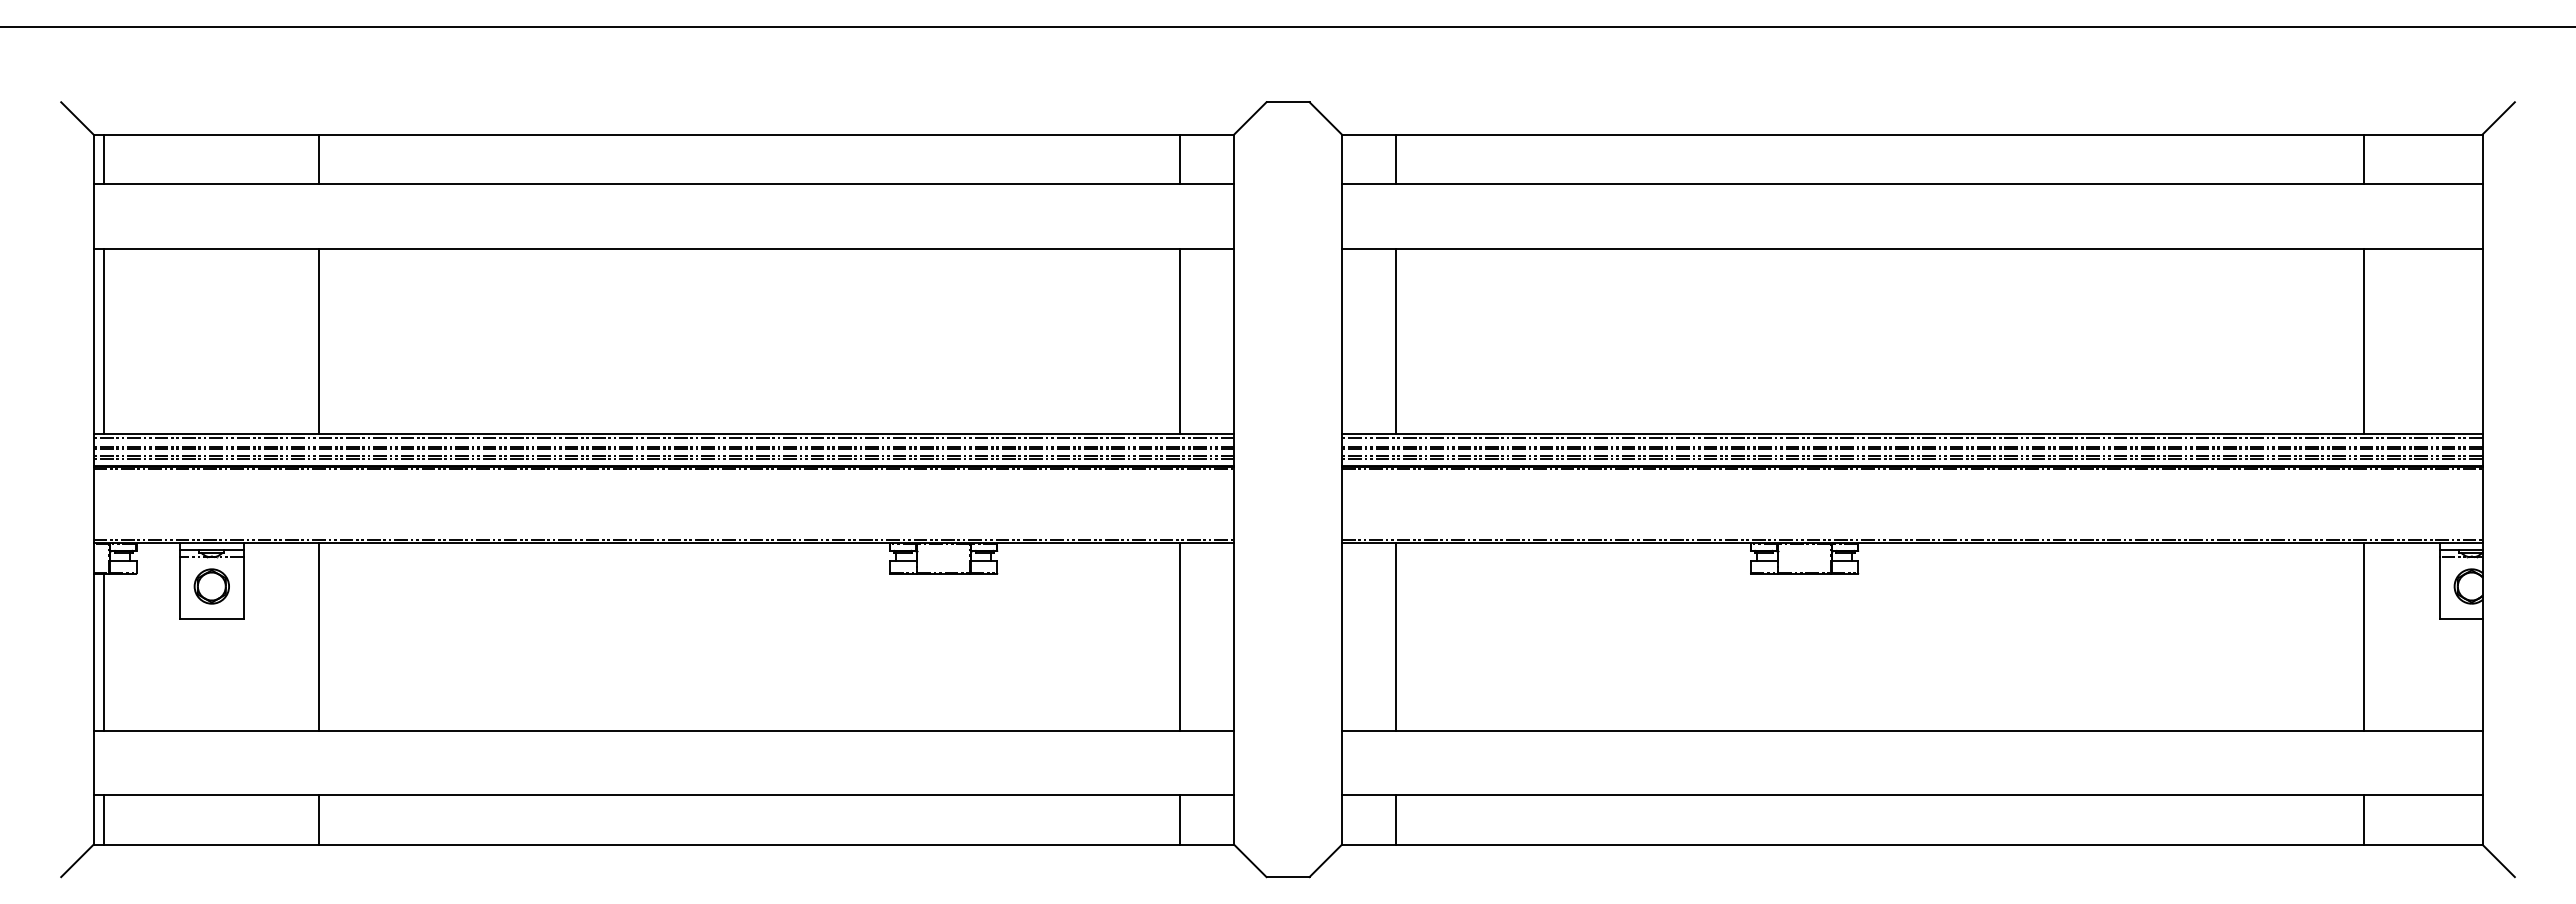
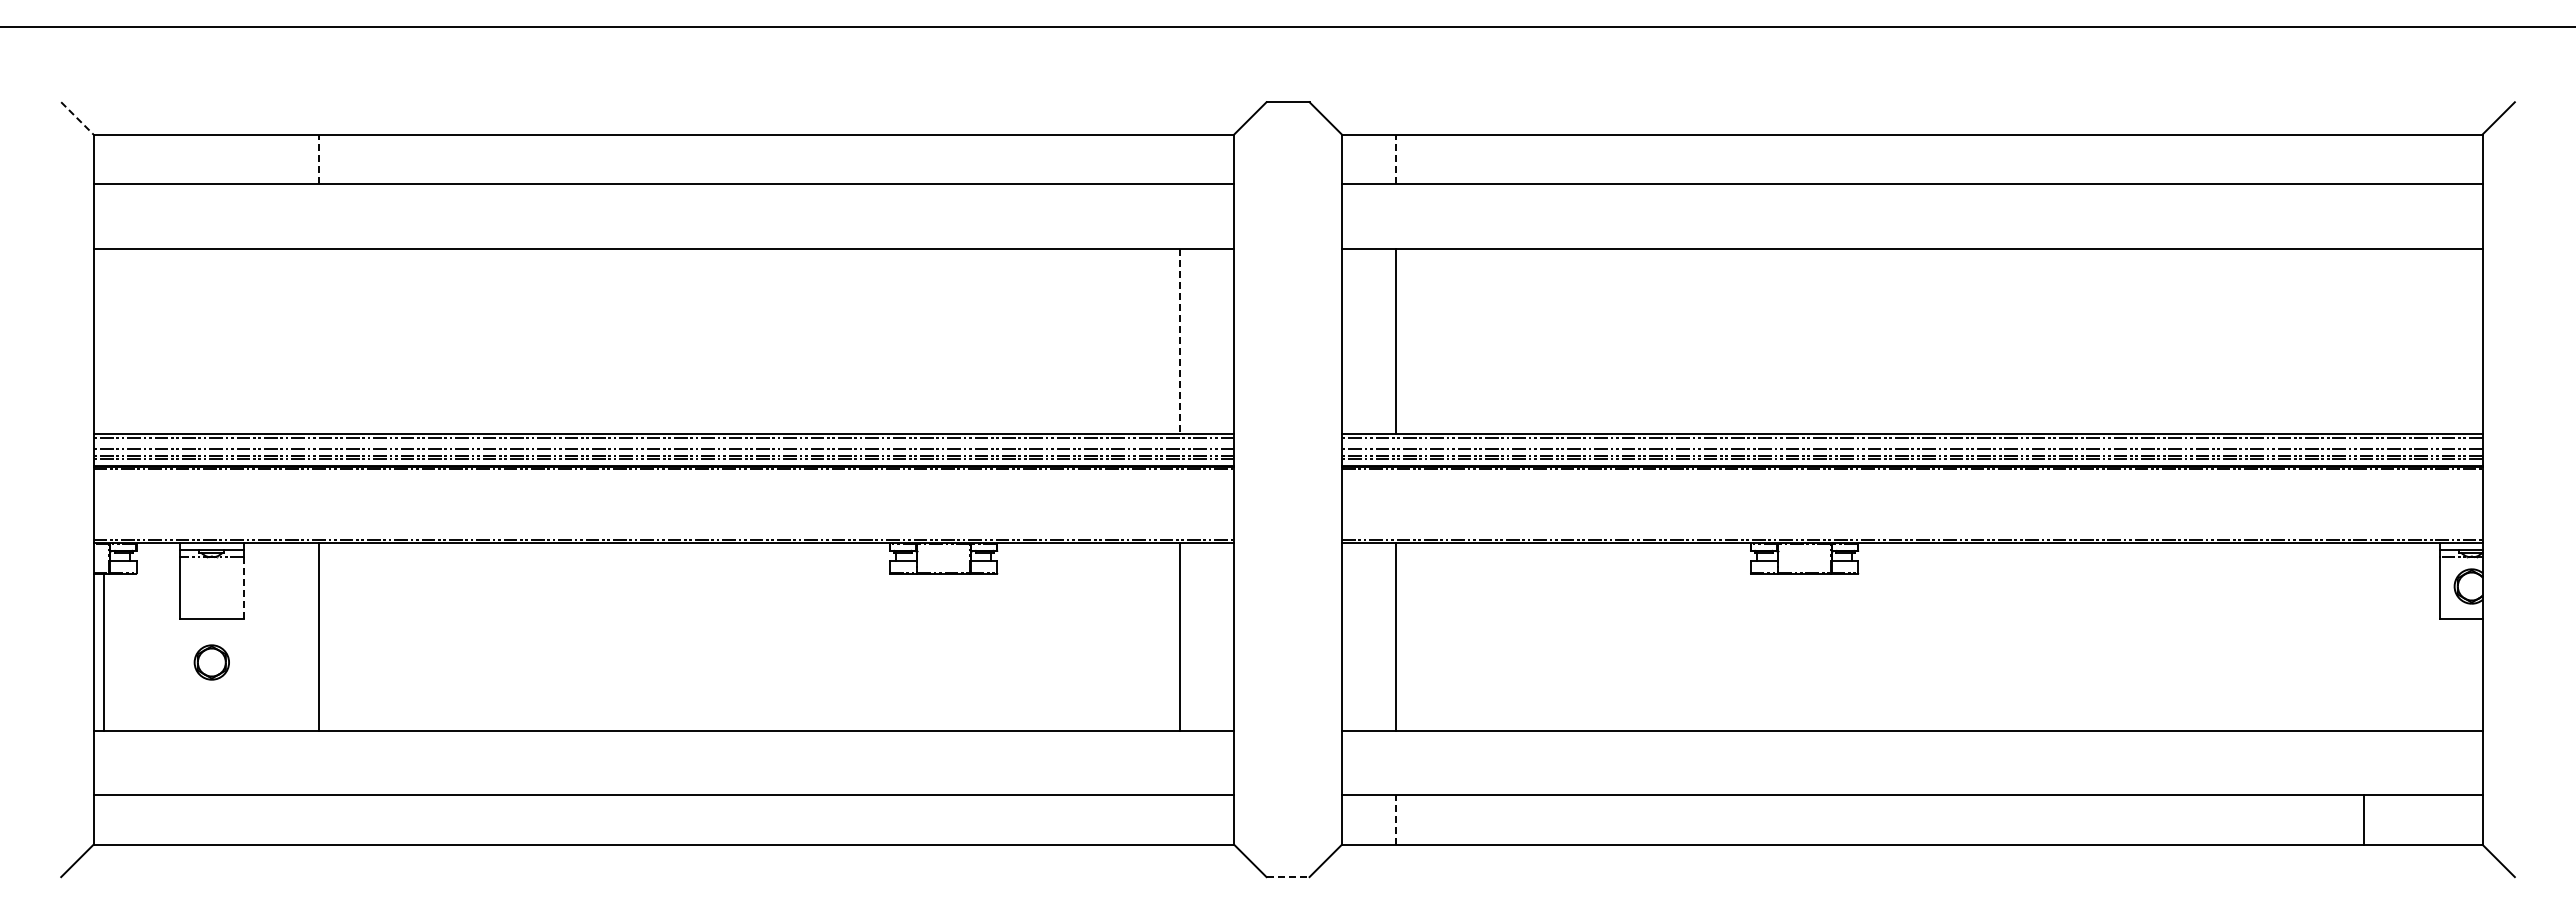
line at (77, 118): solid -> dashed
line at (104, 159): present -> none
line at (319, 159): solid -> dashed
line at (1180, 159): present -> none
line at (1395, 159): solid -> dashed
line at (2364, 159): present -> none
line at (104, 341): present -> none
line at (319, 341): present -> none
line at (1180, 341): solid -> dashed
line at (2364, 341): present -> none
line at (663, 446): present -> none
line at (1911, 446): present -> none
part at (211, 586) position: (211, 586) -> (211, 662)
line at (244, 588): solid -> dashed
line at (2364, 636): present -> none
line at (104, 819): present -> none
line at (319, 819): present -> none
line at (1180, 819): present -> none
line at (1395, 820): solid -> dashed
line at (1288, 877): solid -> dashed
